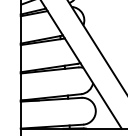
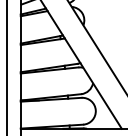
line at (6, 67): none -> present
